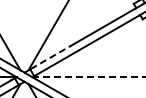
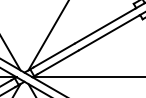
line at (54, 55): dashed -> solid
line at (89, 77): dashed -> solid
